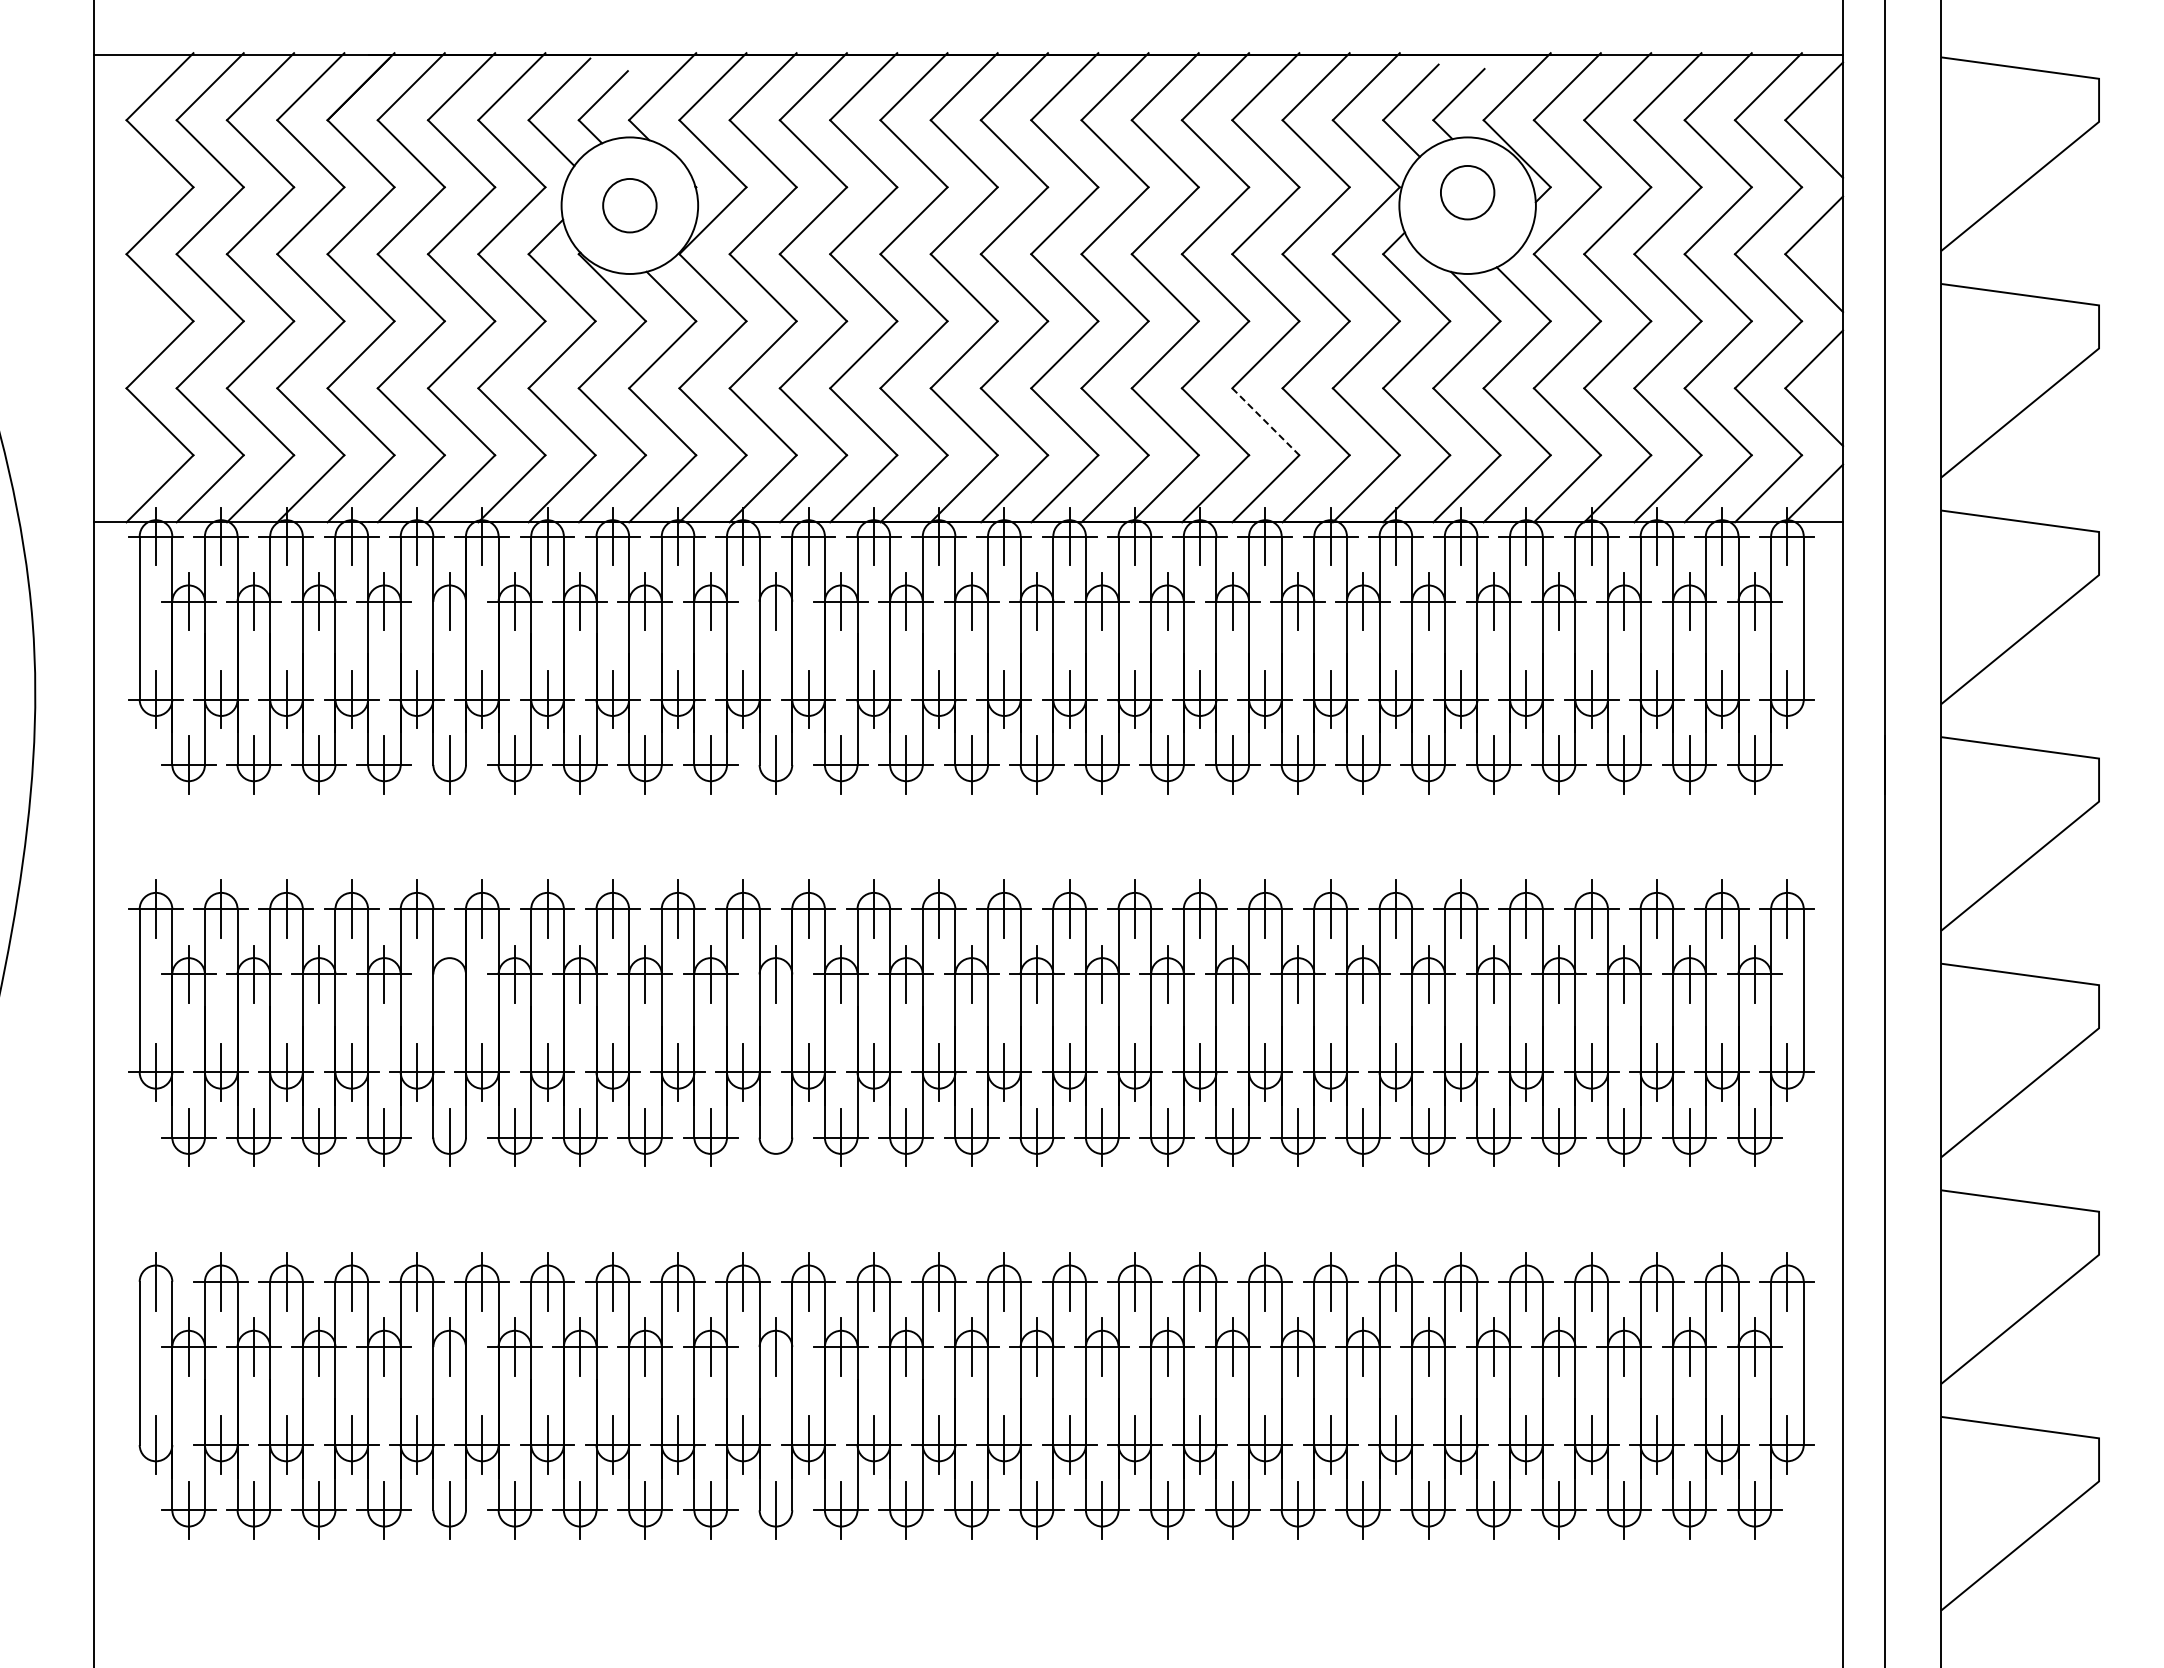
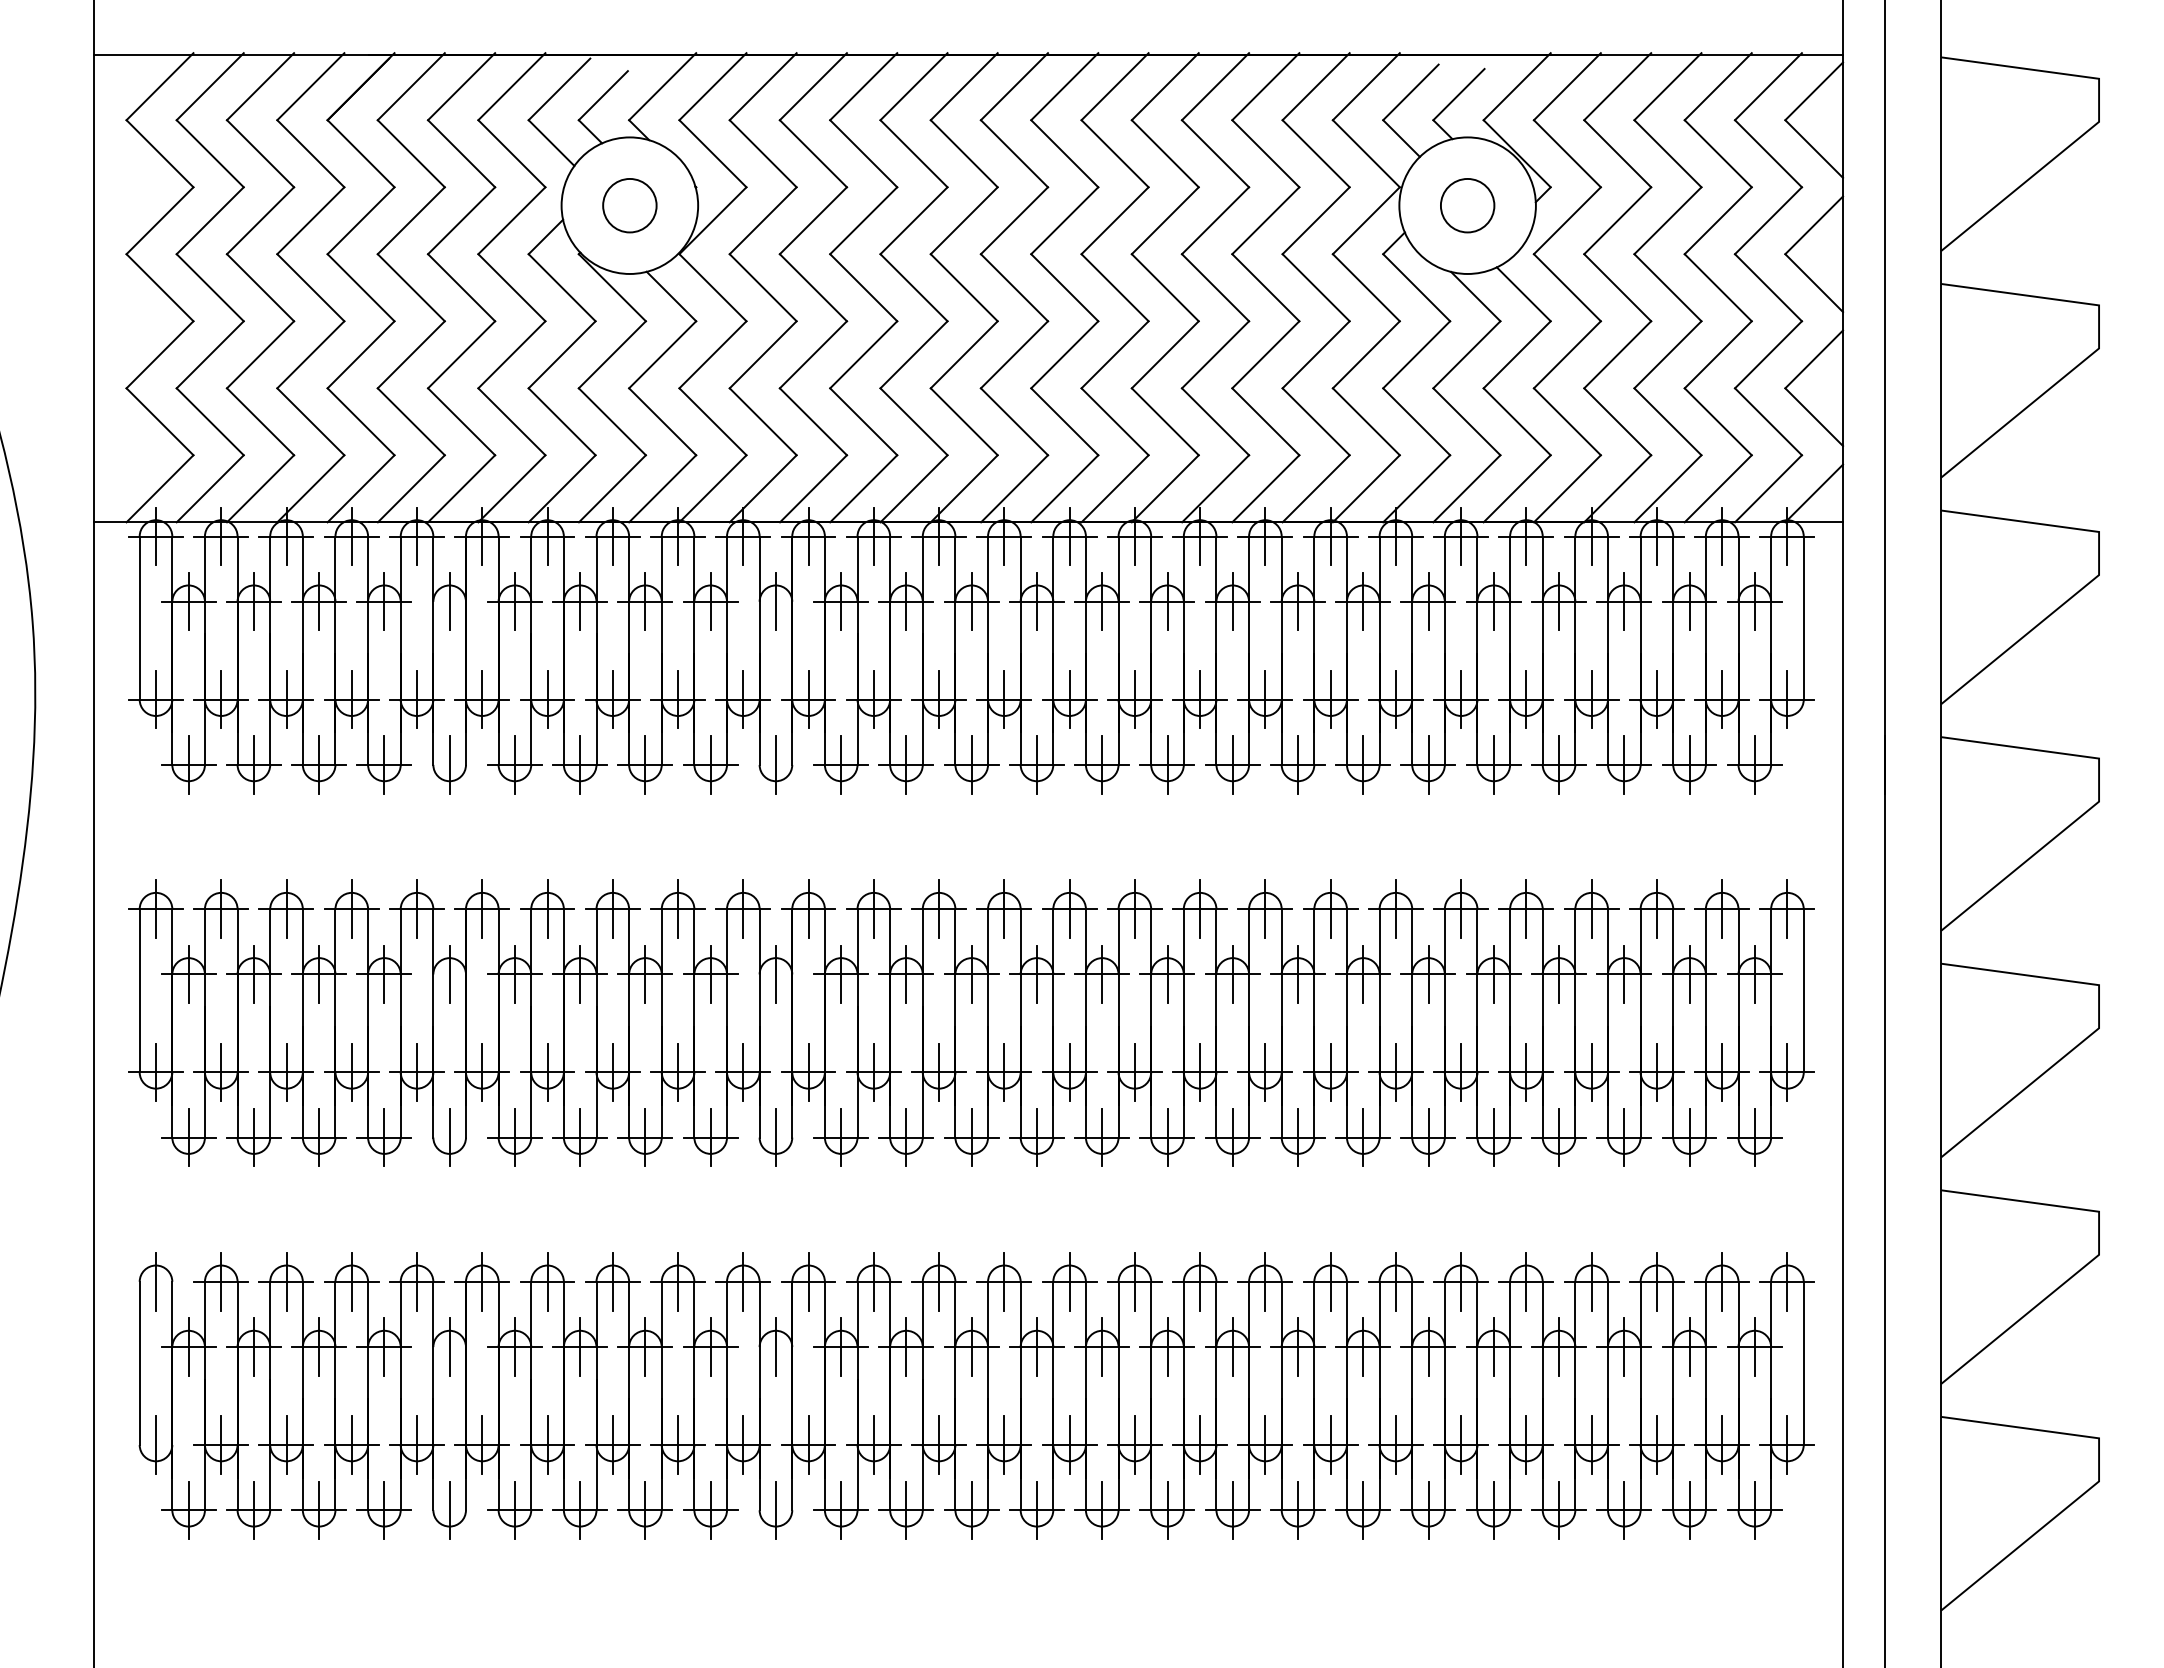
circle at (1467, 192) position: (1467, 192) -> (1467, 205)
line at (1266, 422): dashed -> solid
line at (449, 974): none -> present
line at (775, 1137): none -> present
